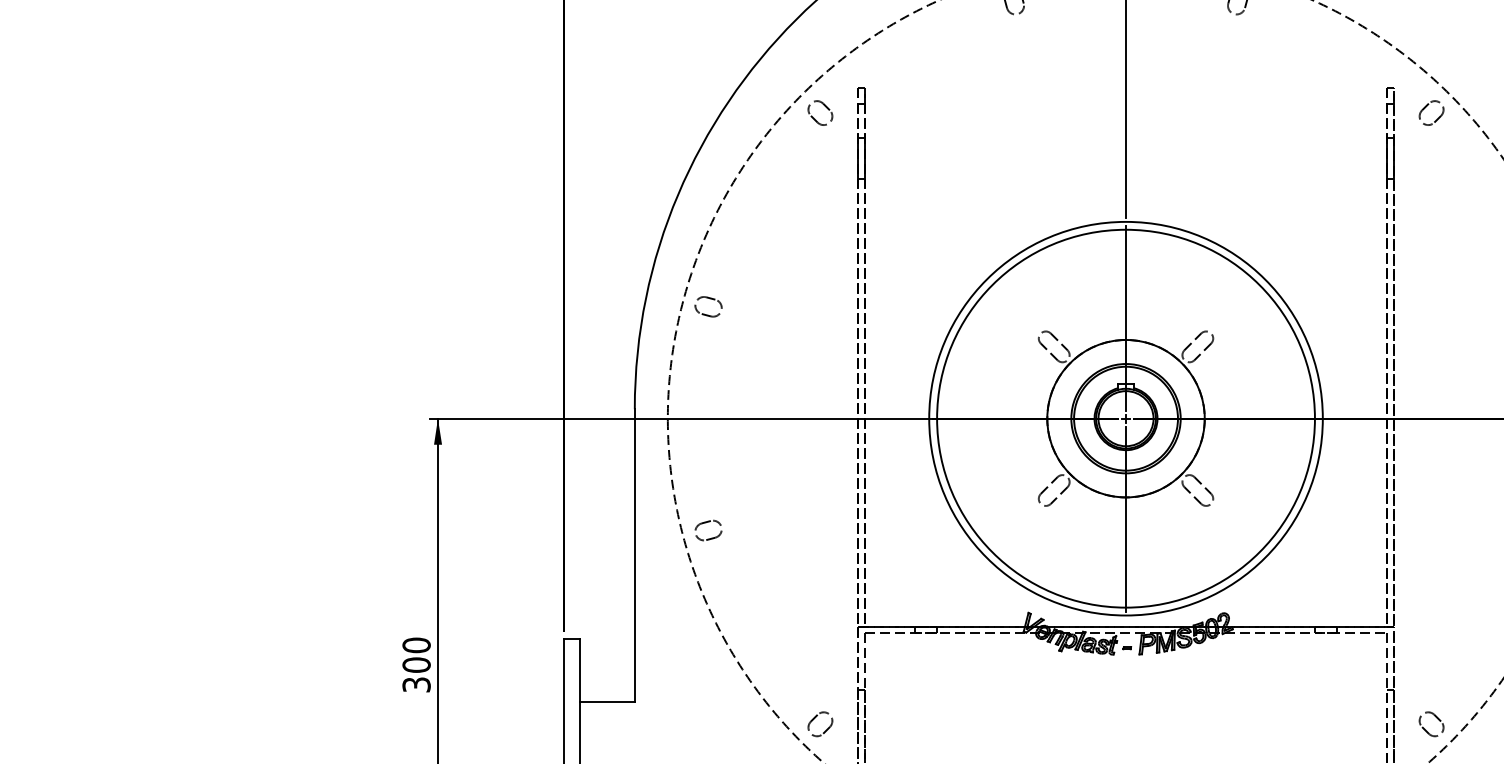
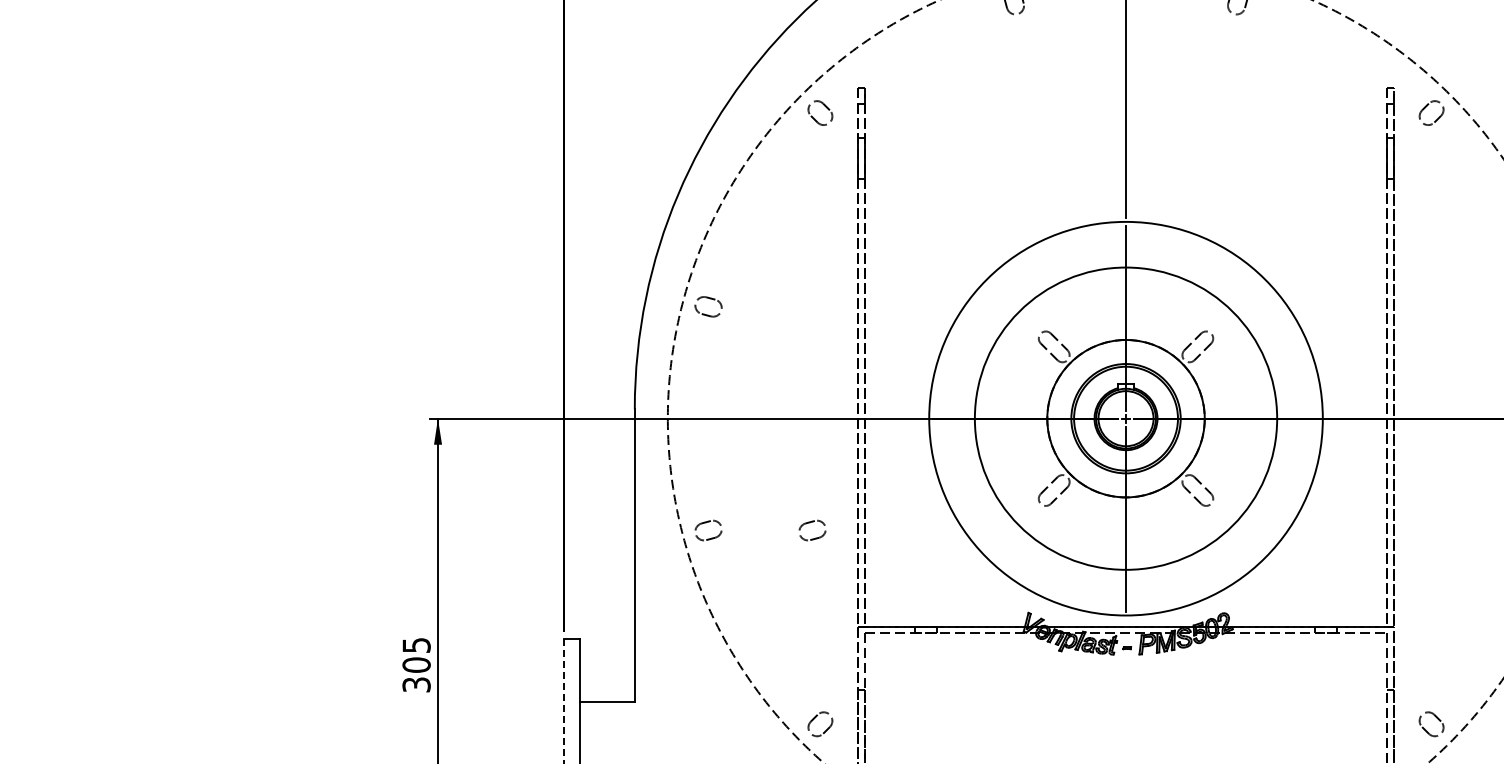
circle at (1125, 418) diameter: 378 px -> 302 px
part at (810, 523): none -> present
text at (416, 645): 300 -> 305
line at (563, 701): solid -> dashed
